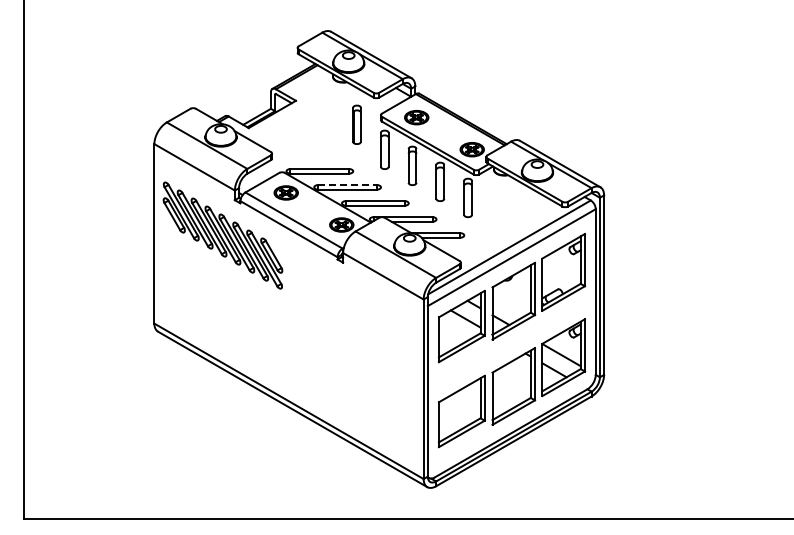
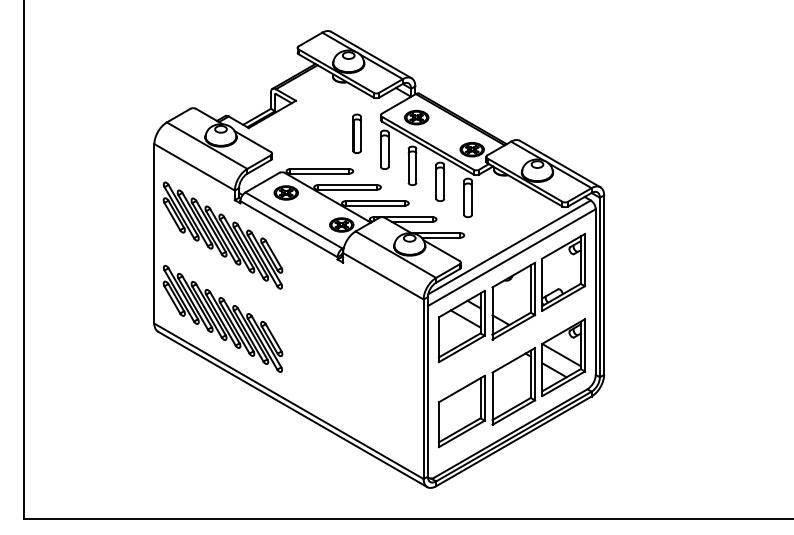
part at (356, 124) position: (356, 124) -> (356, 133)
line at (348, 185): dashed -> solid
part at (222, 318): none -> present
